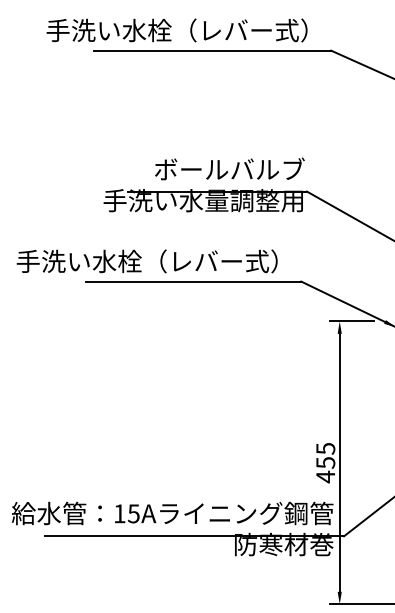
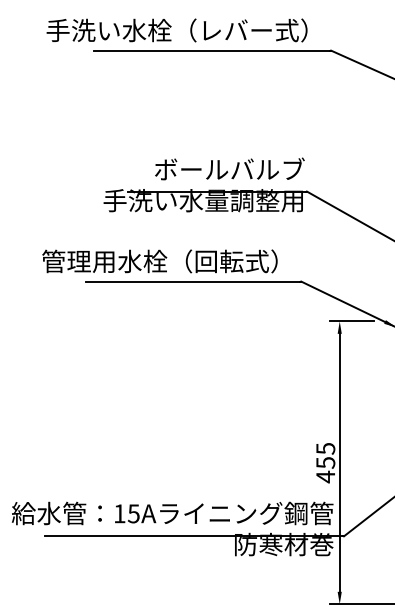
text at (129, 261): 手洗い水栓（レバー式） -> 管理用水栓（回転式）
